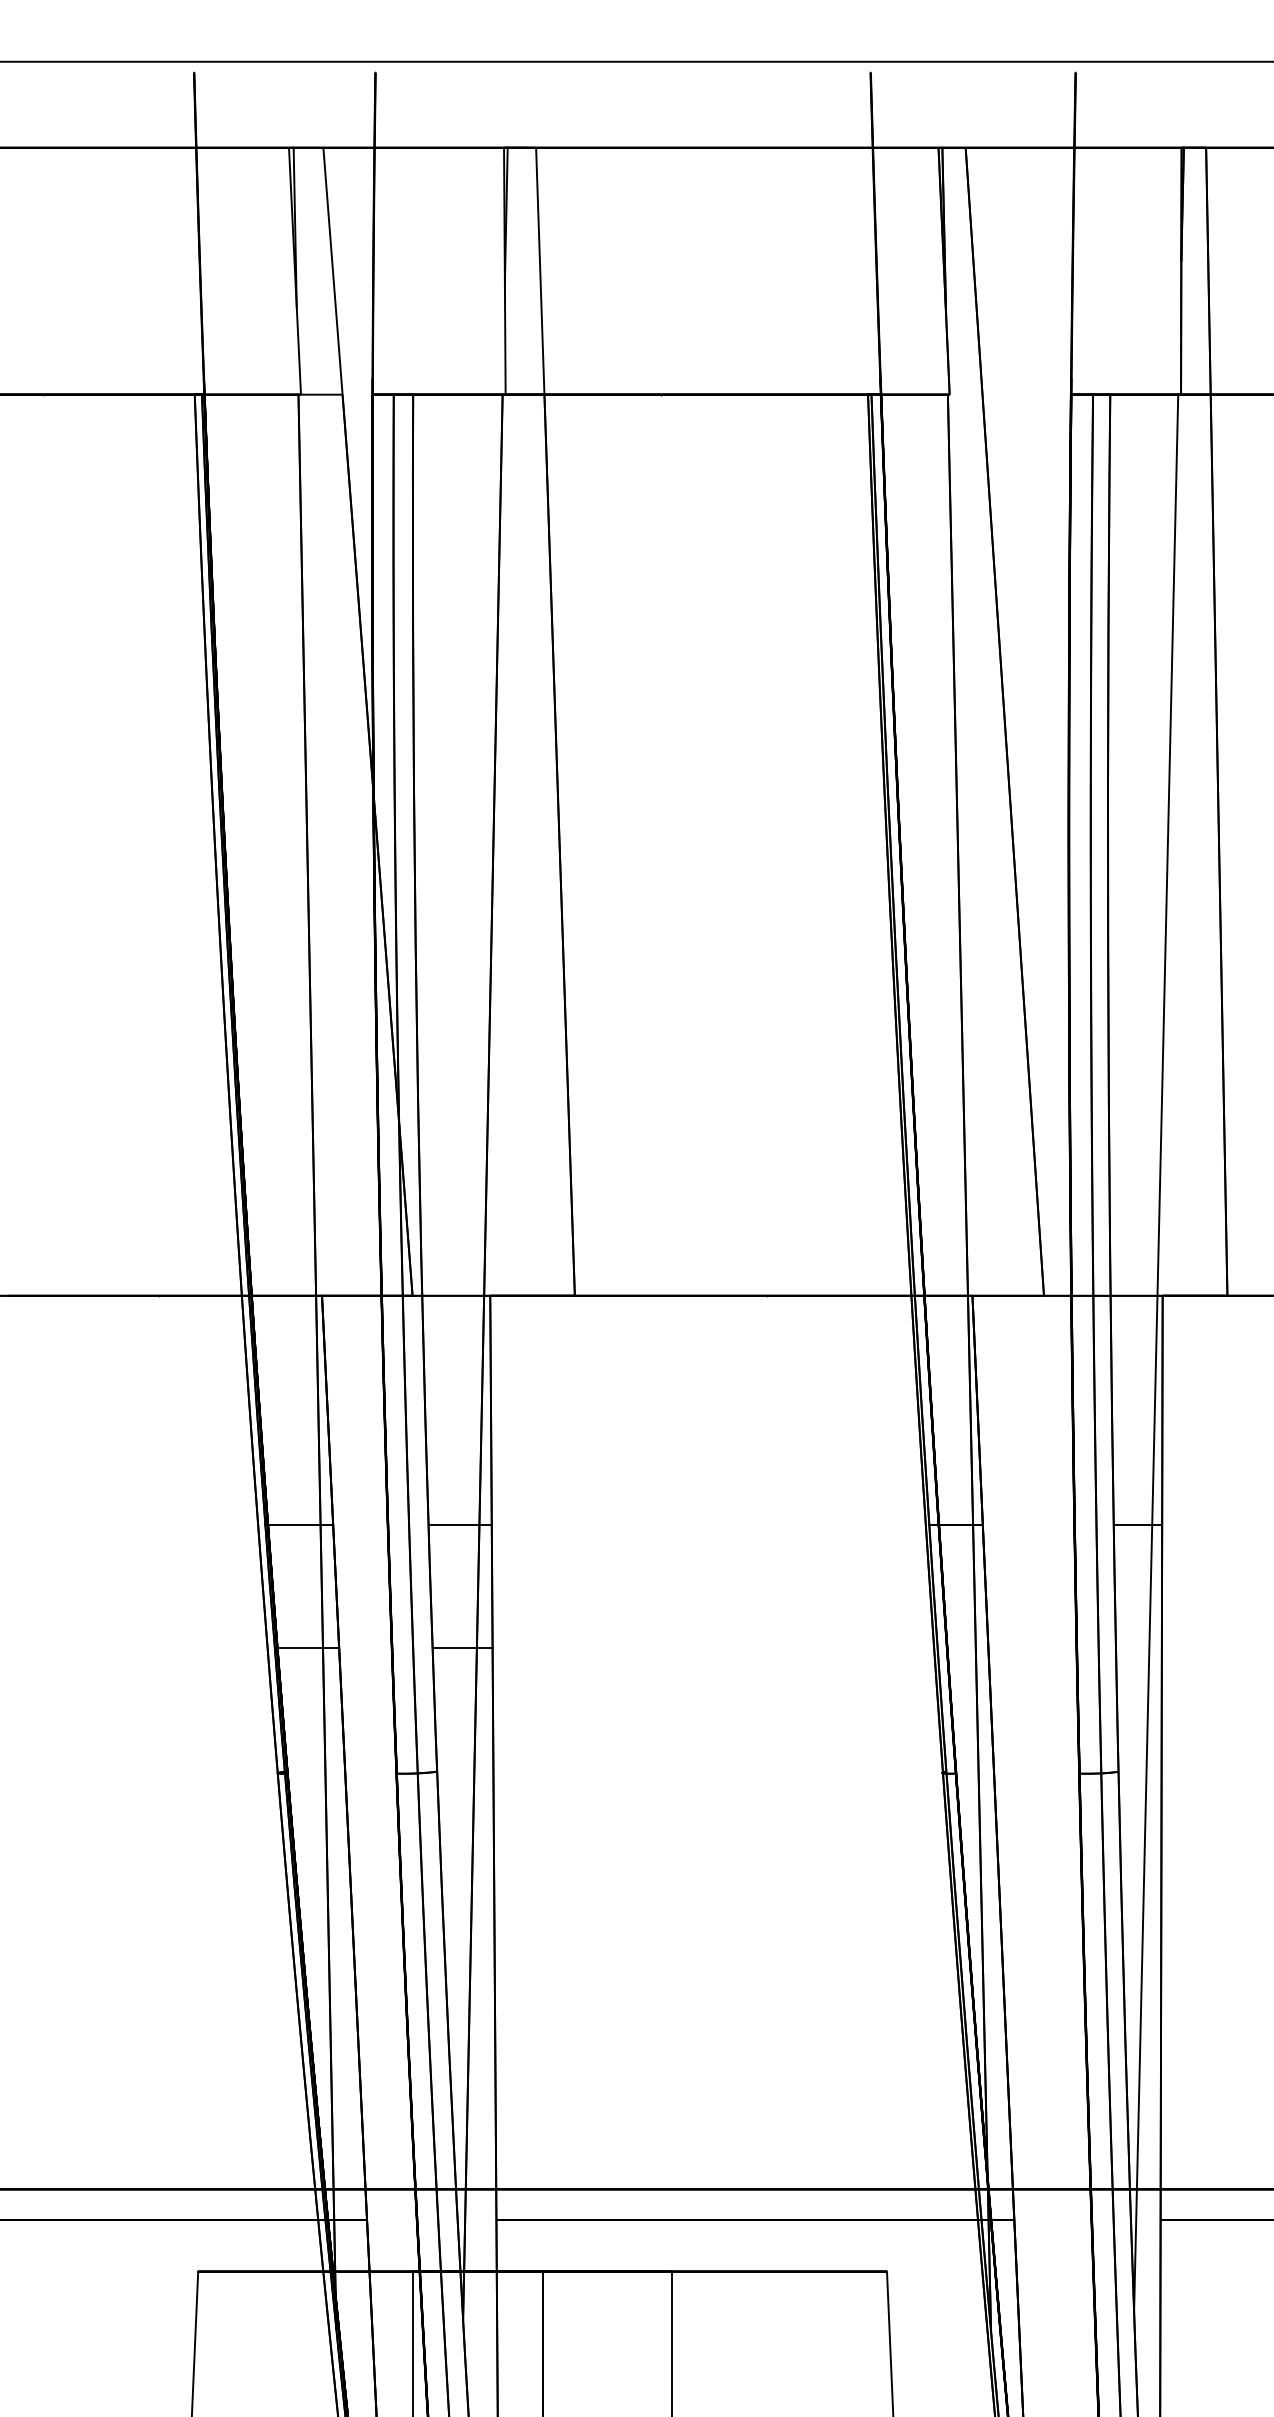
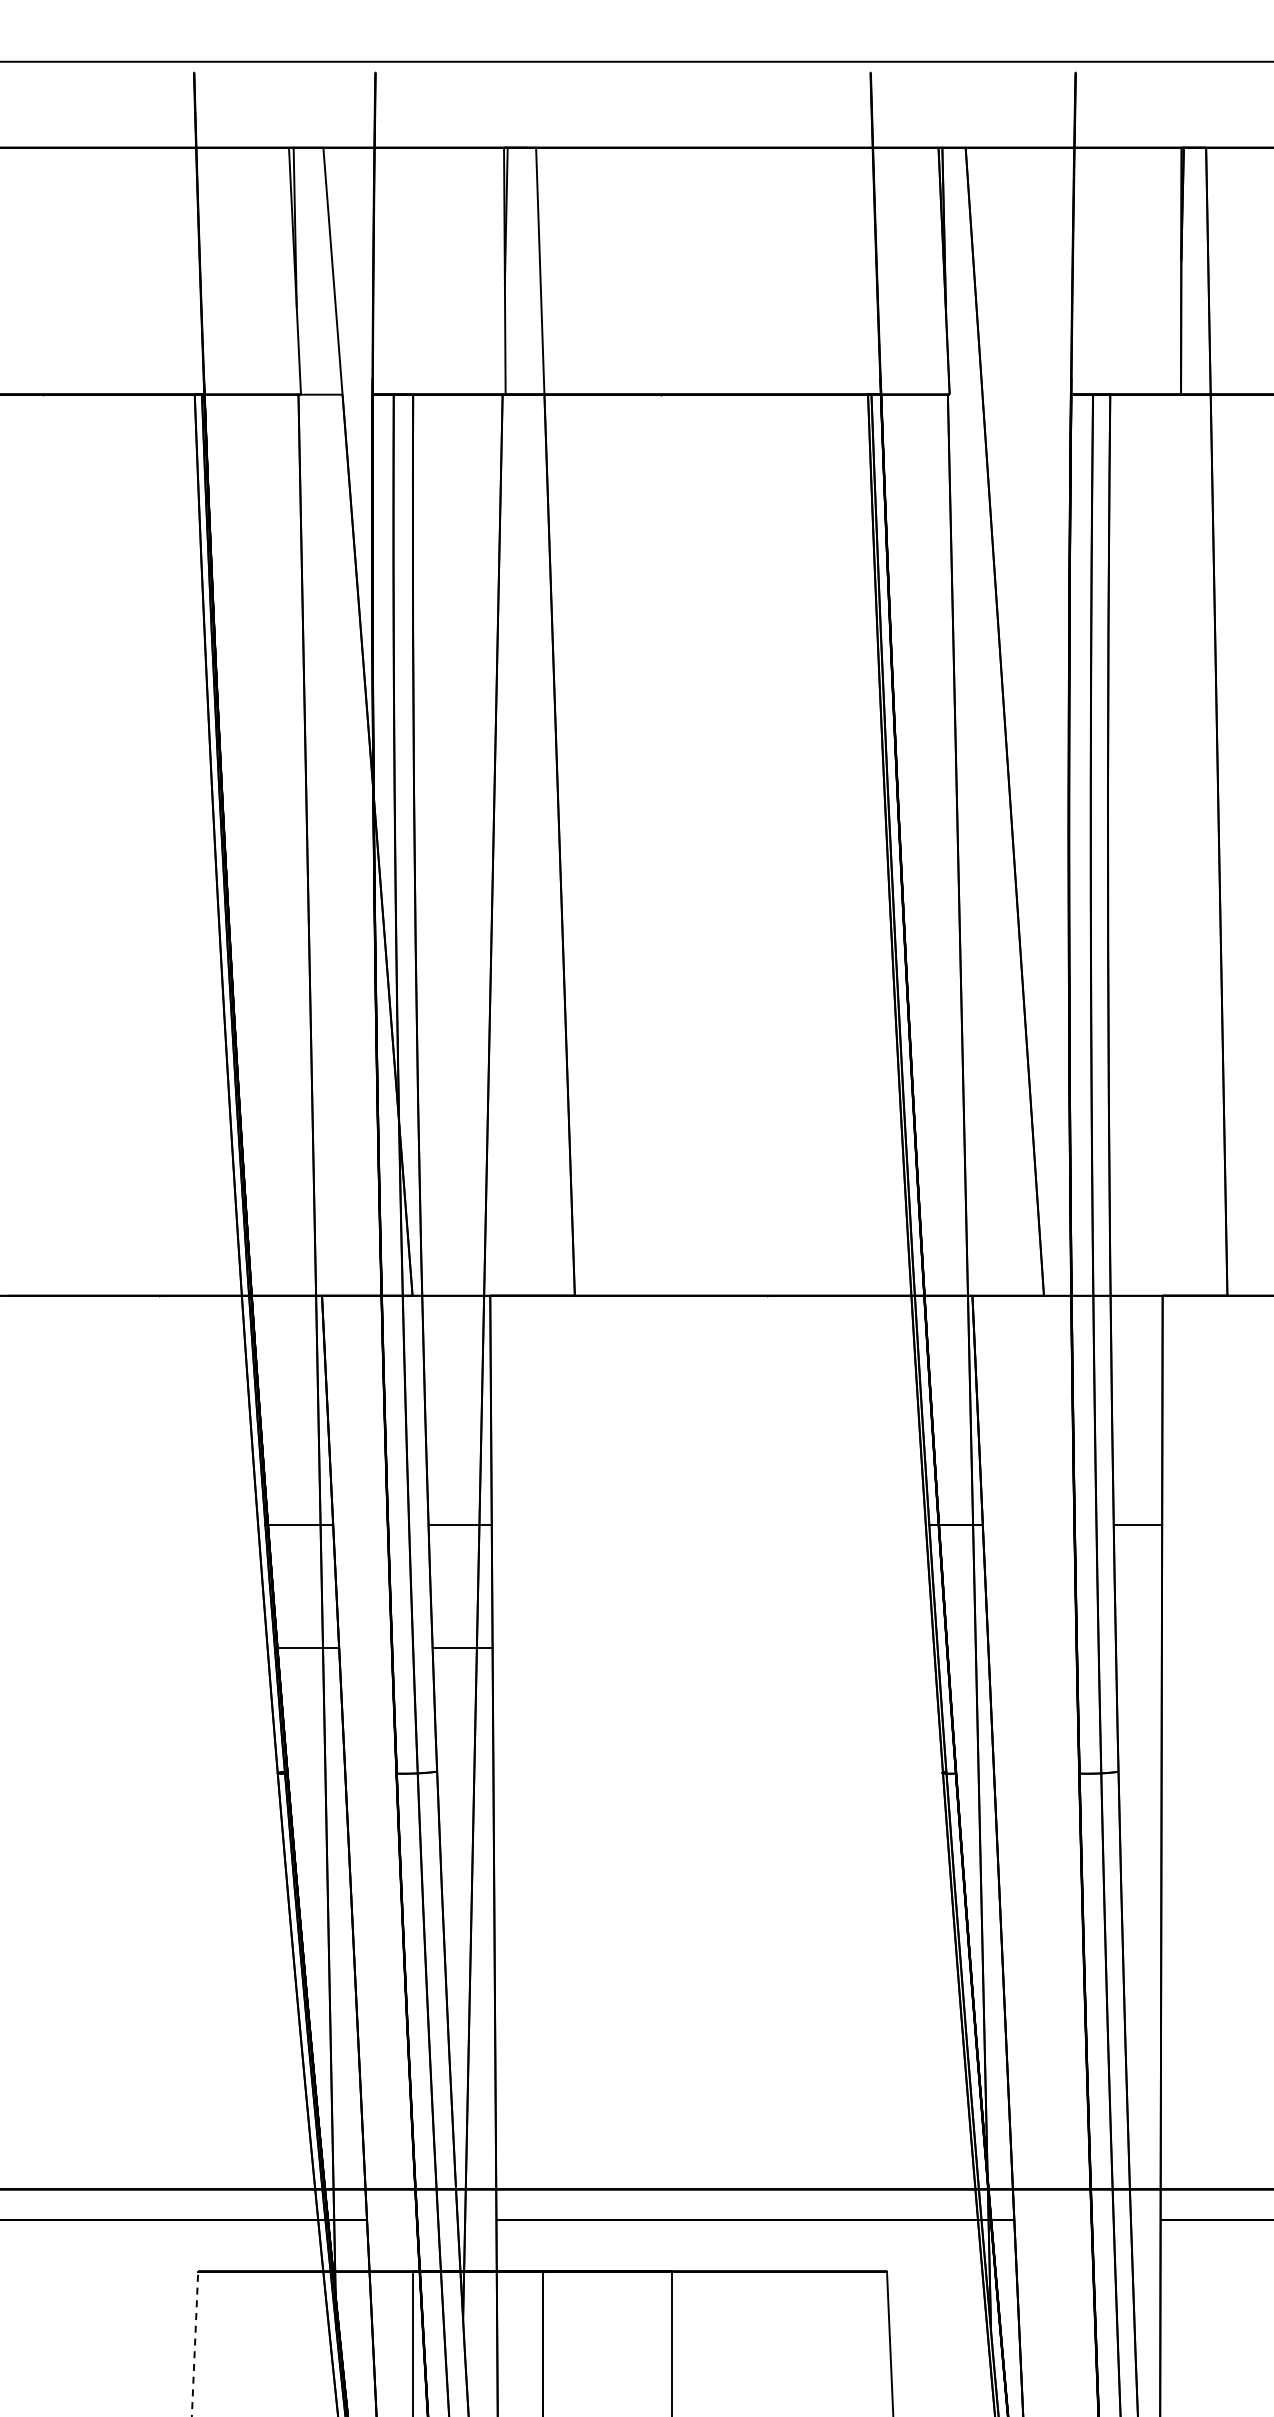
line at (1156, 1352): present -> none
line at (195, 2343): solid -> dashed
